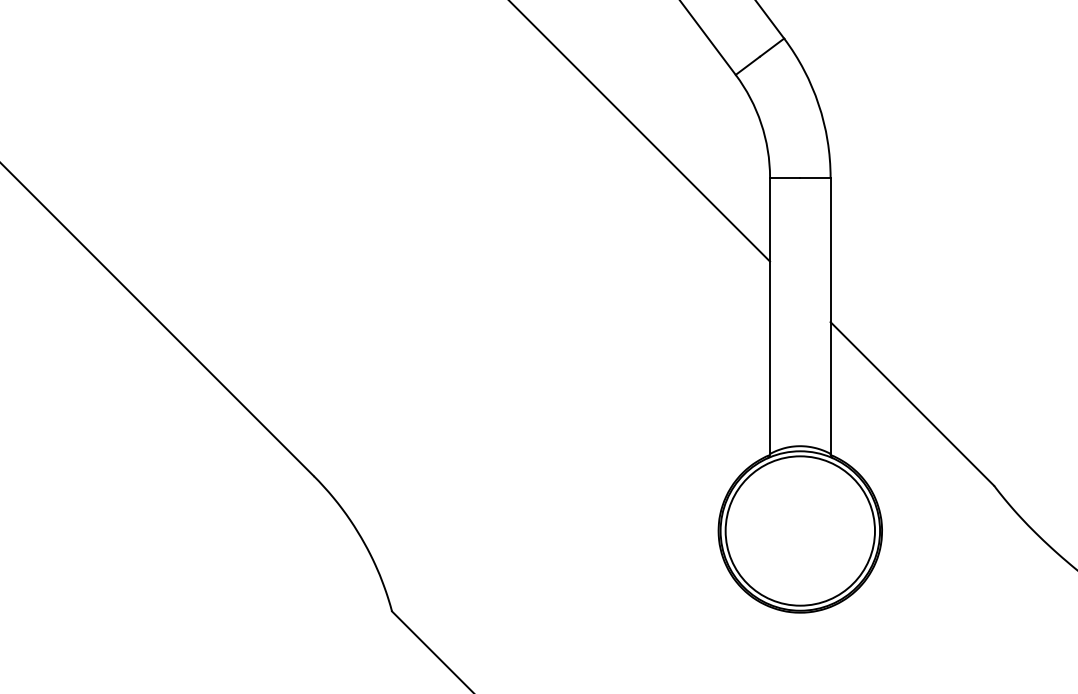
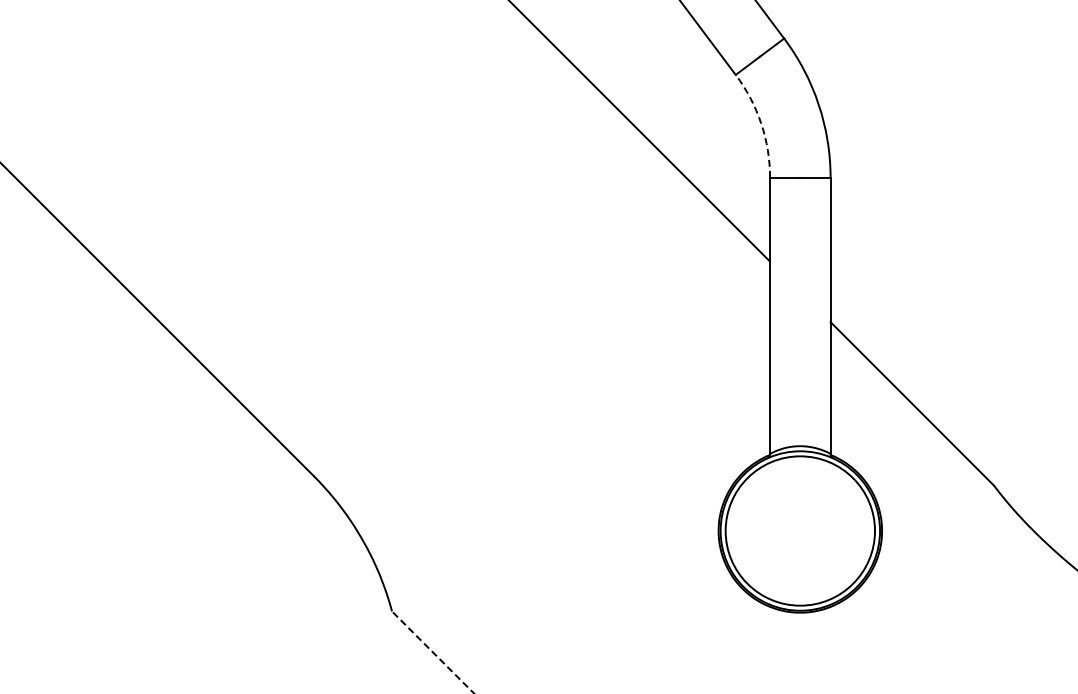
arc at (761, 123): solid -> dashed
line at (432, 652): solid -> dashed
